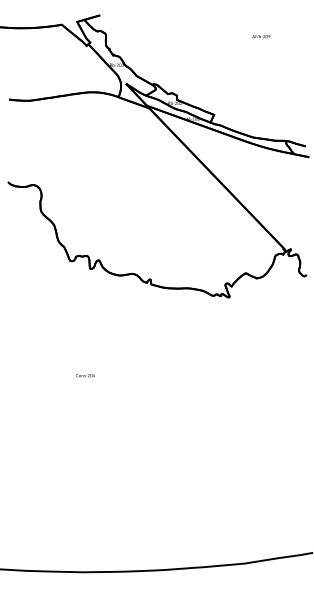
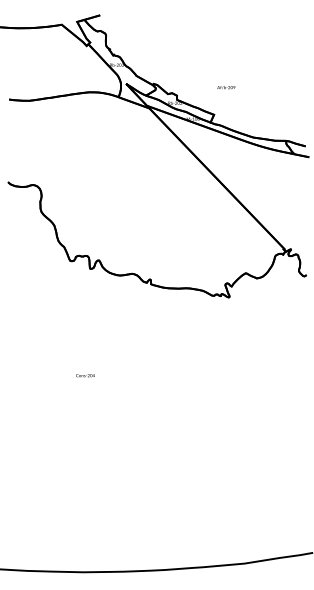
text at (261, 36) position: (261, 36) -> (226, 87)
